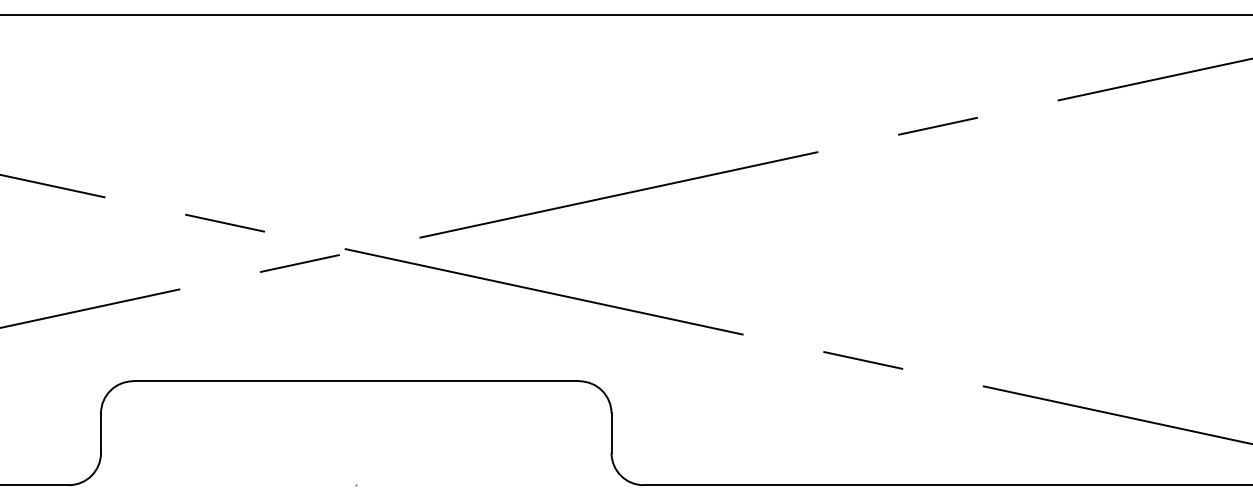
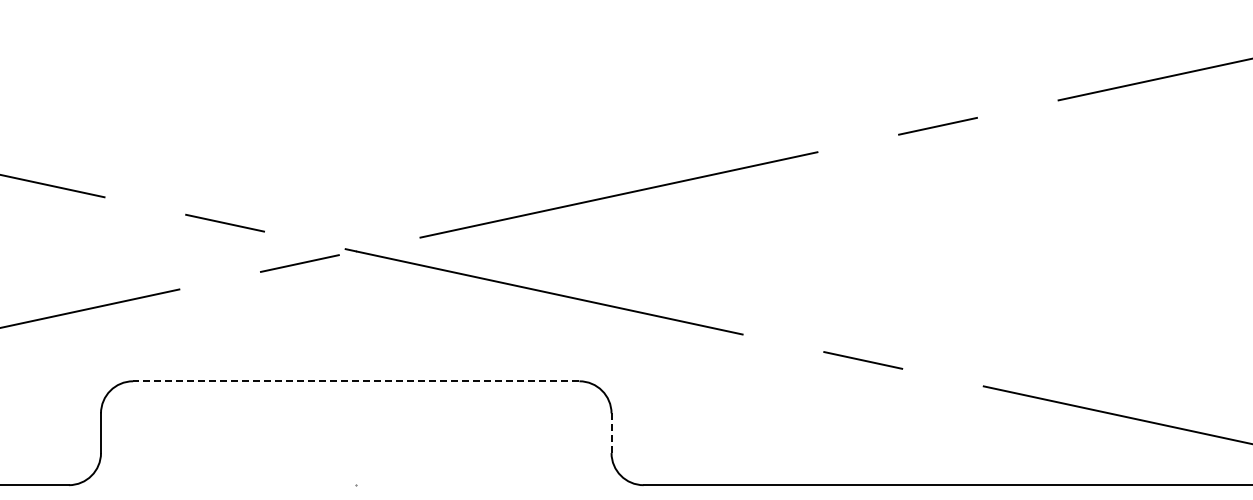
line at (625, 14): present -> none
line at (355, 381): solid -> dashed
line at (611, 433): solid -> dashed
